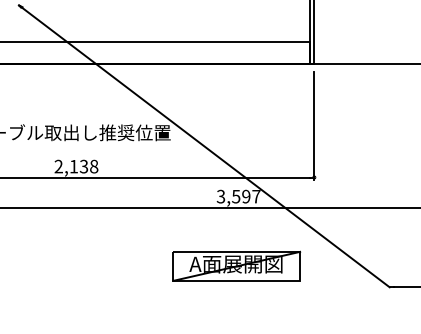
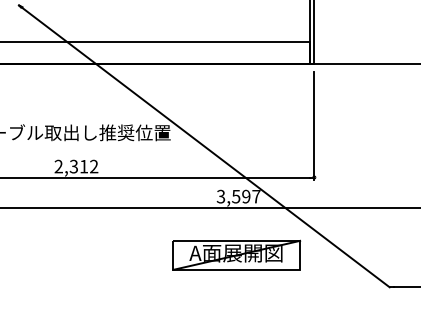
text at (83, 166): 2,138 -> 2,312
part at (236, 265) position: (236, 265) -> (236, 254)
